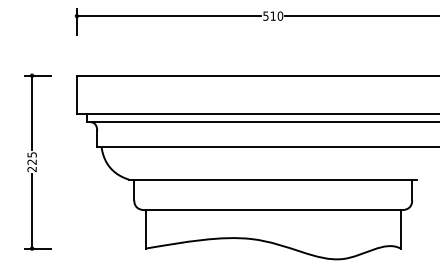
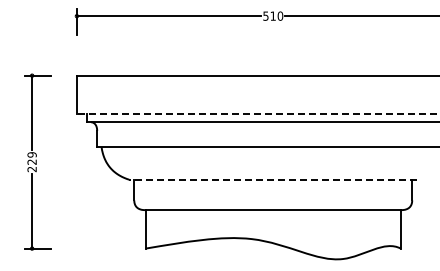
line at (257, 114): solid -> dashed
text at (31, 154): 225 -> 229
line at (272, 179): solid -> dashed
